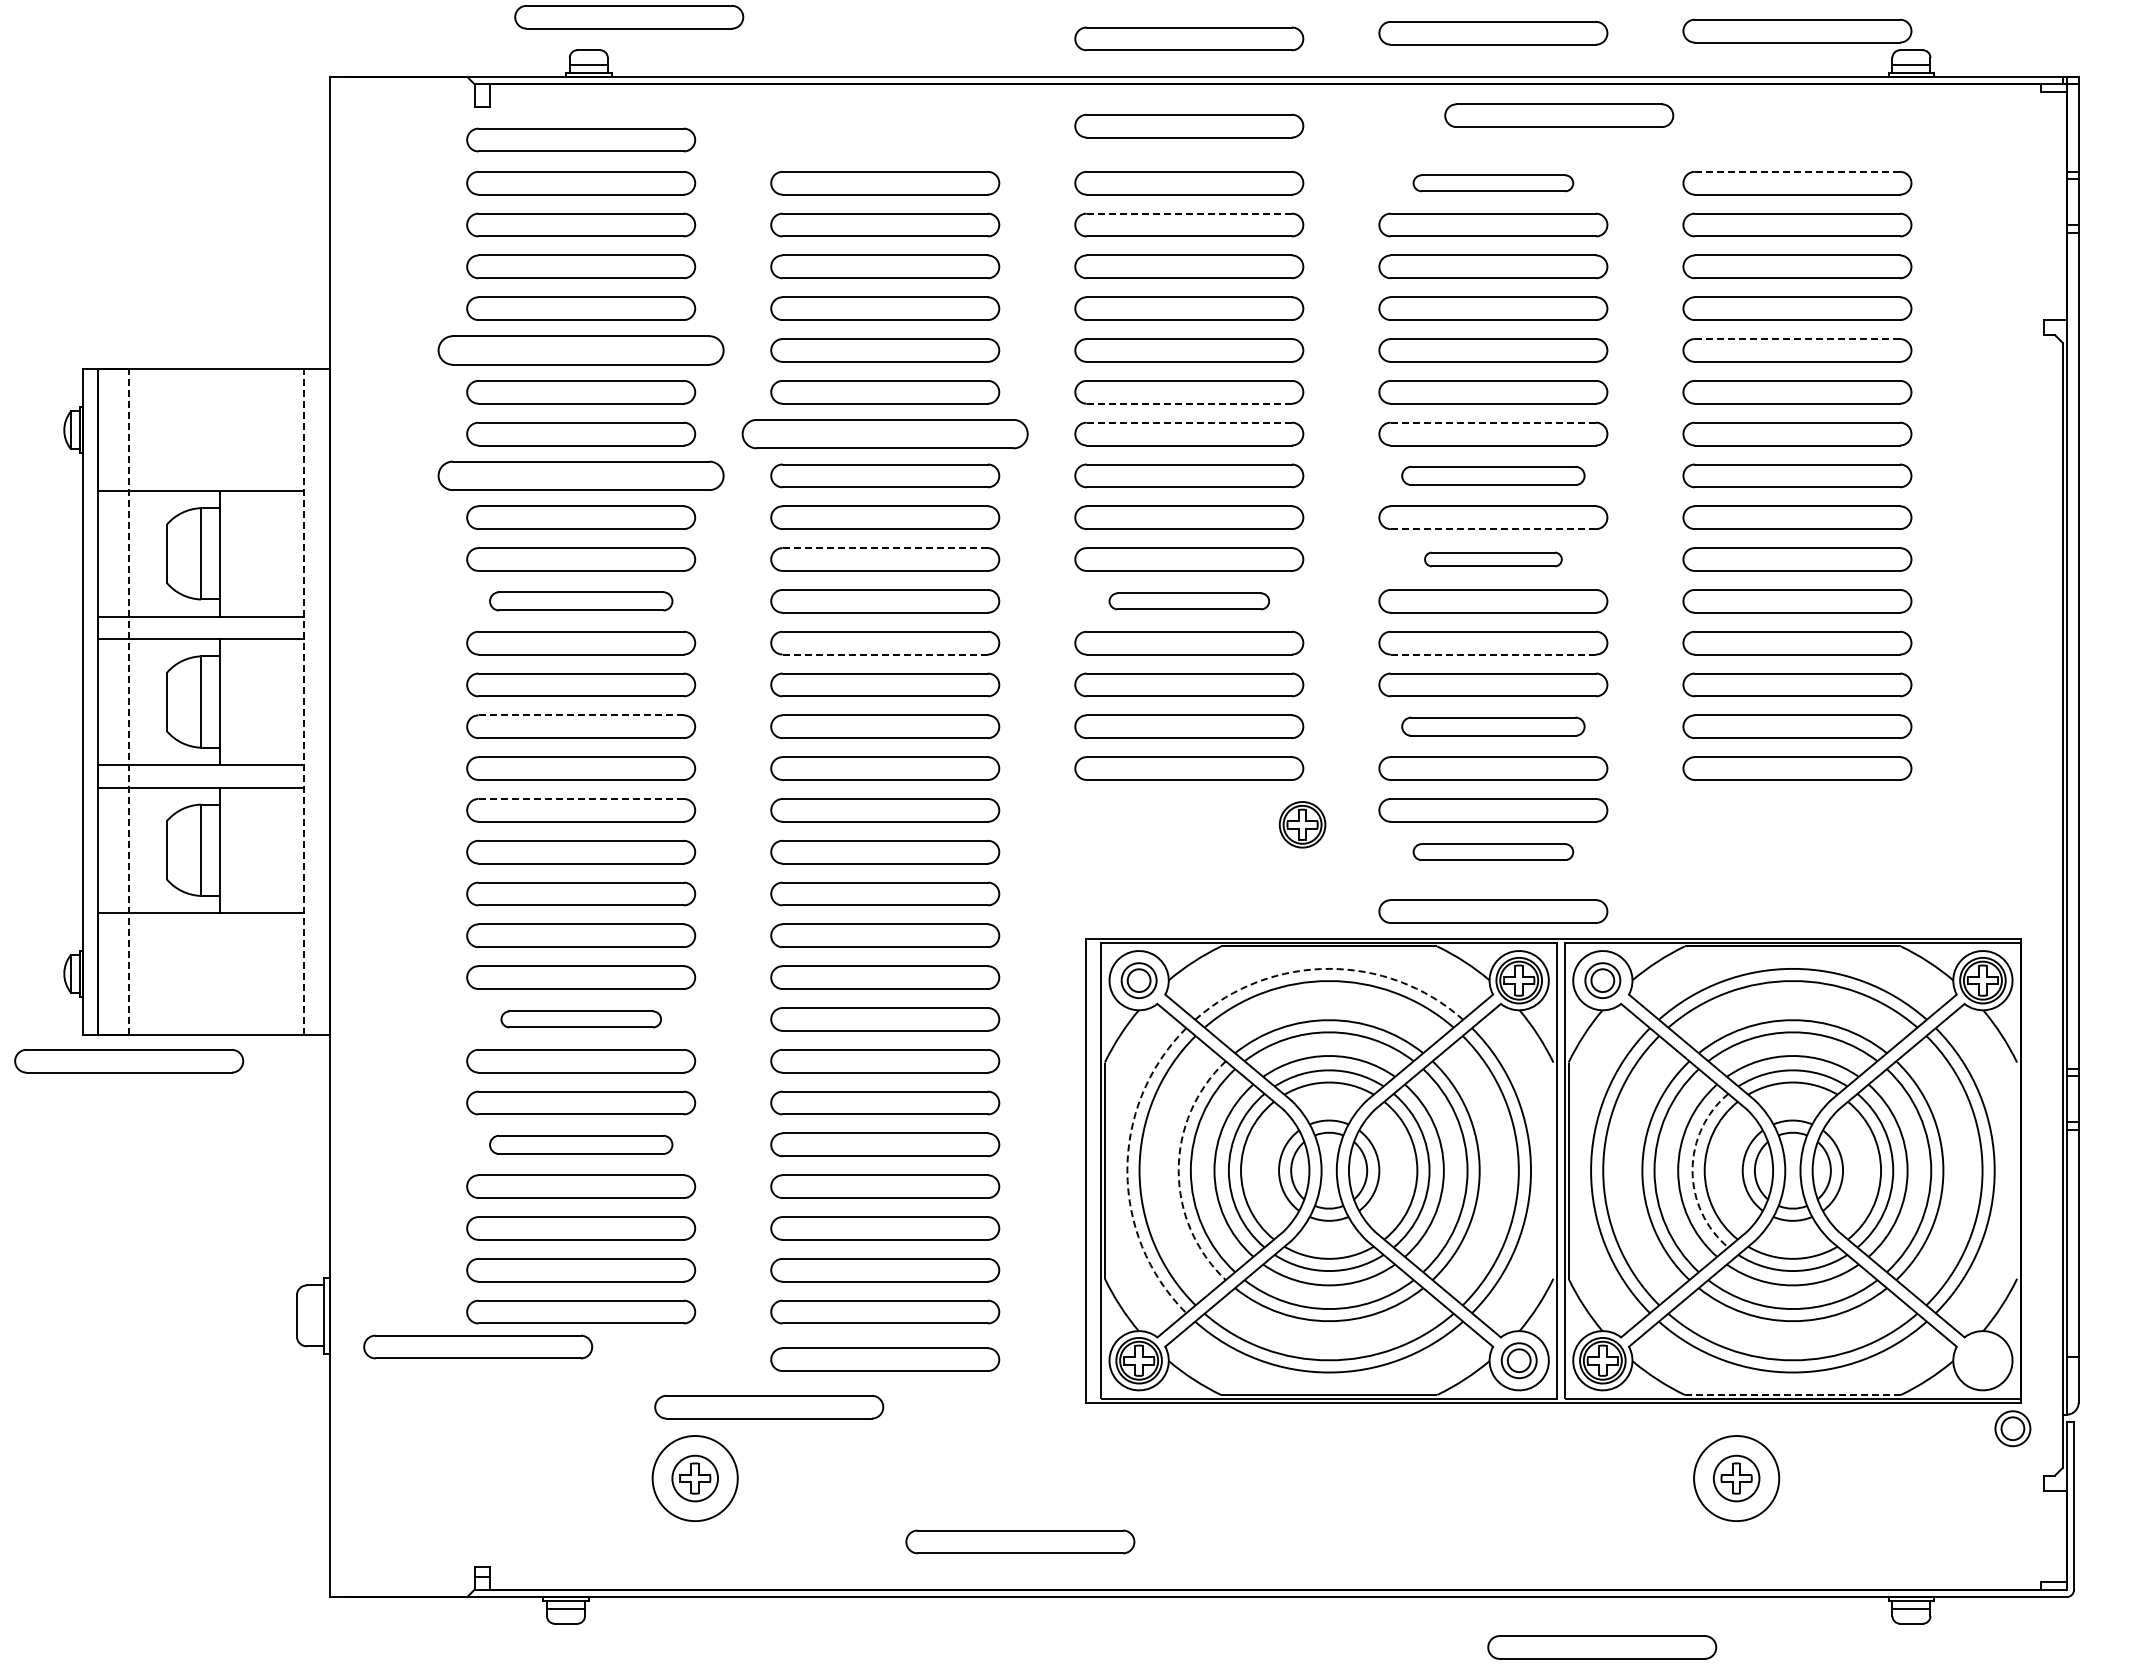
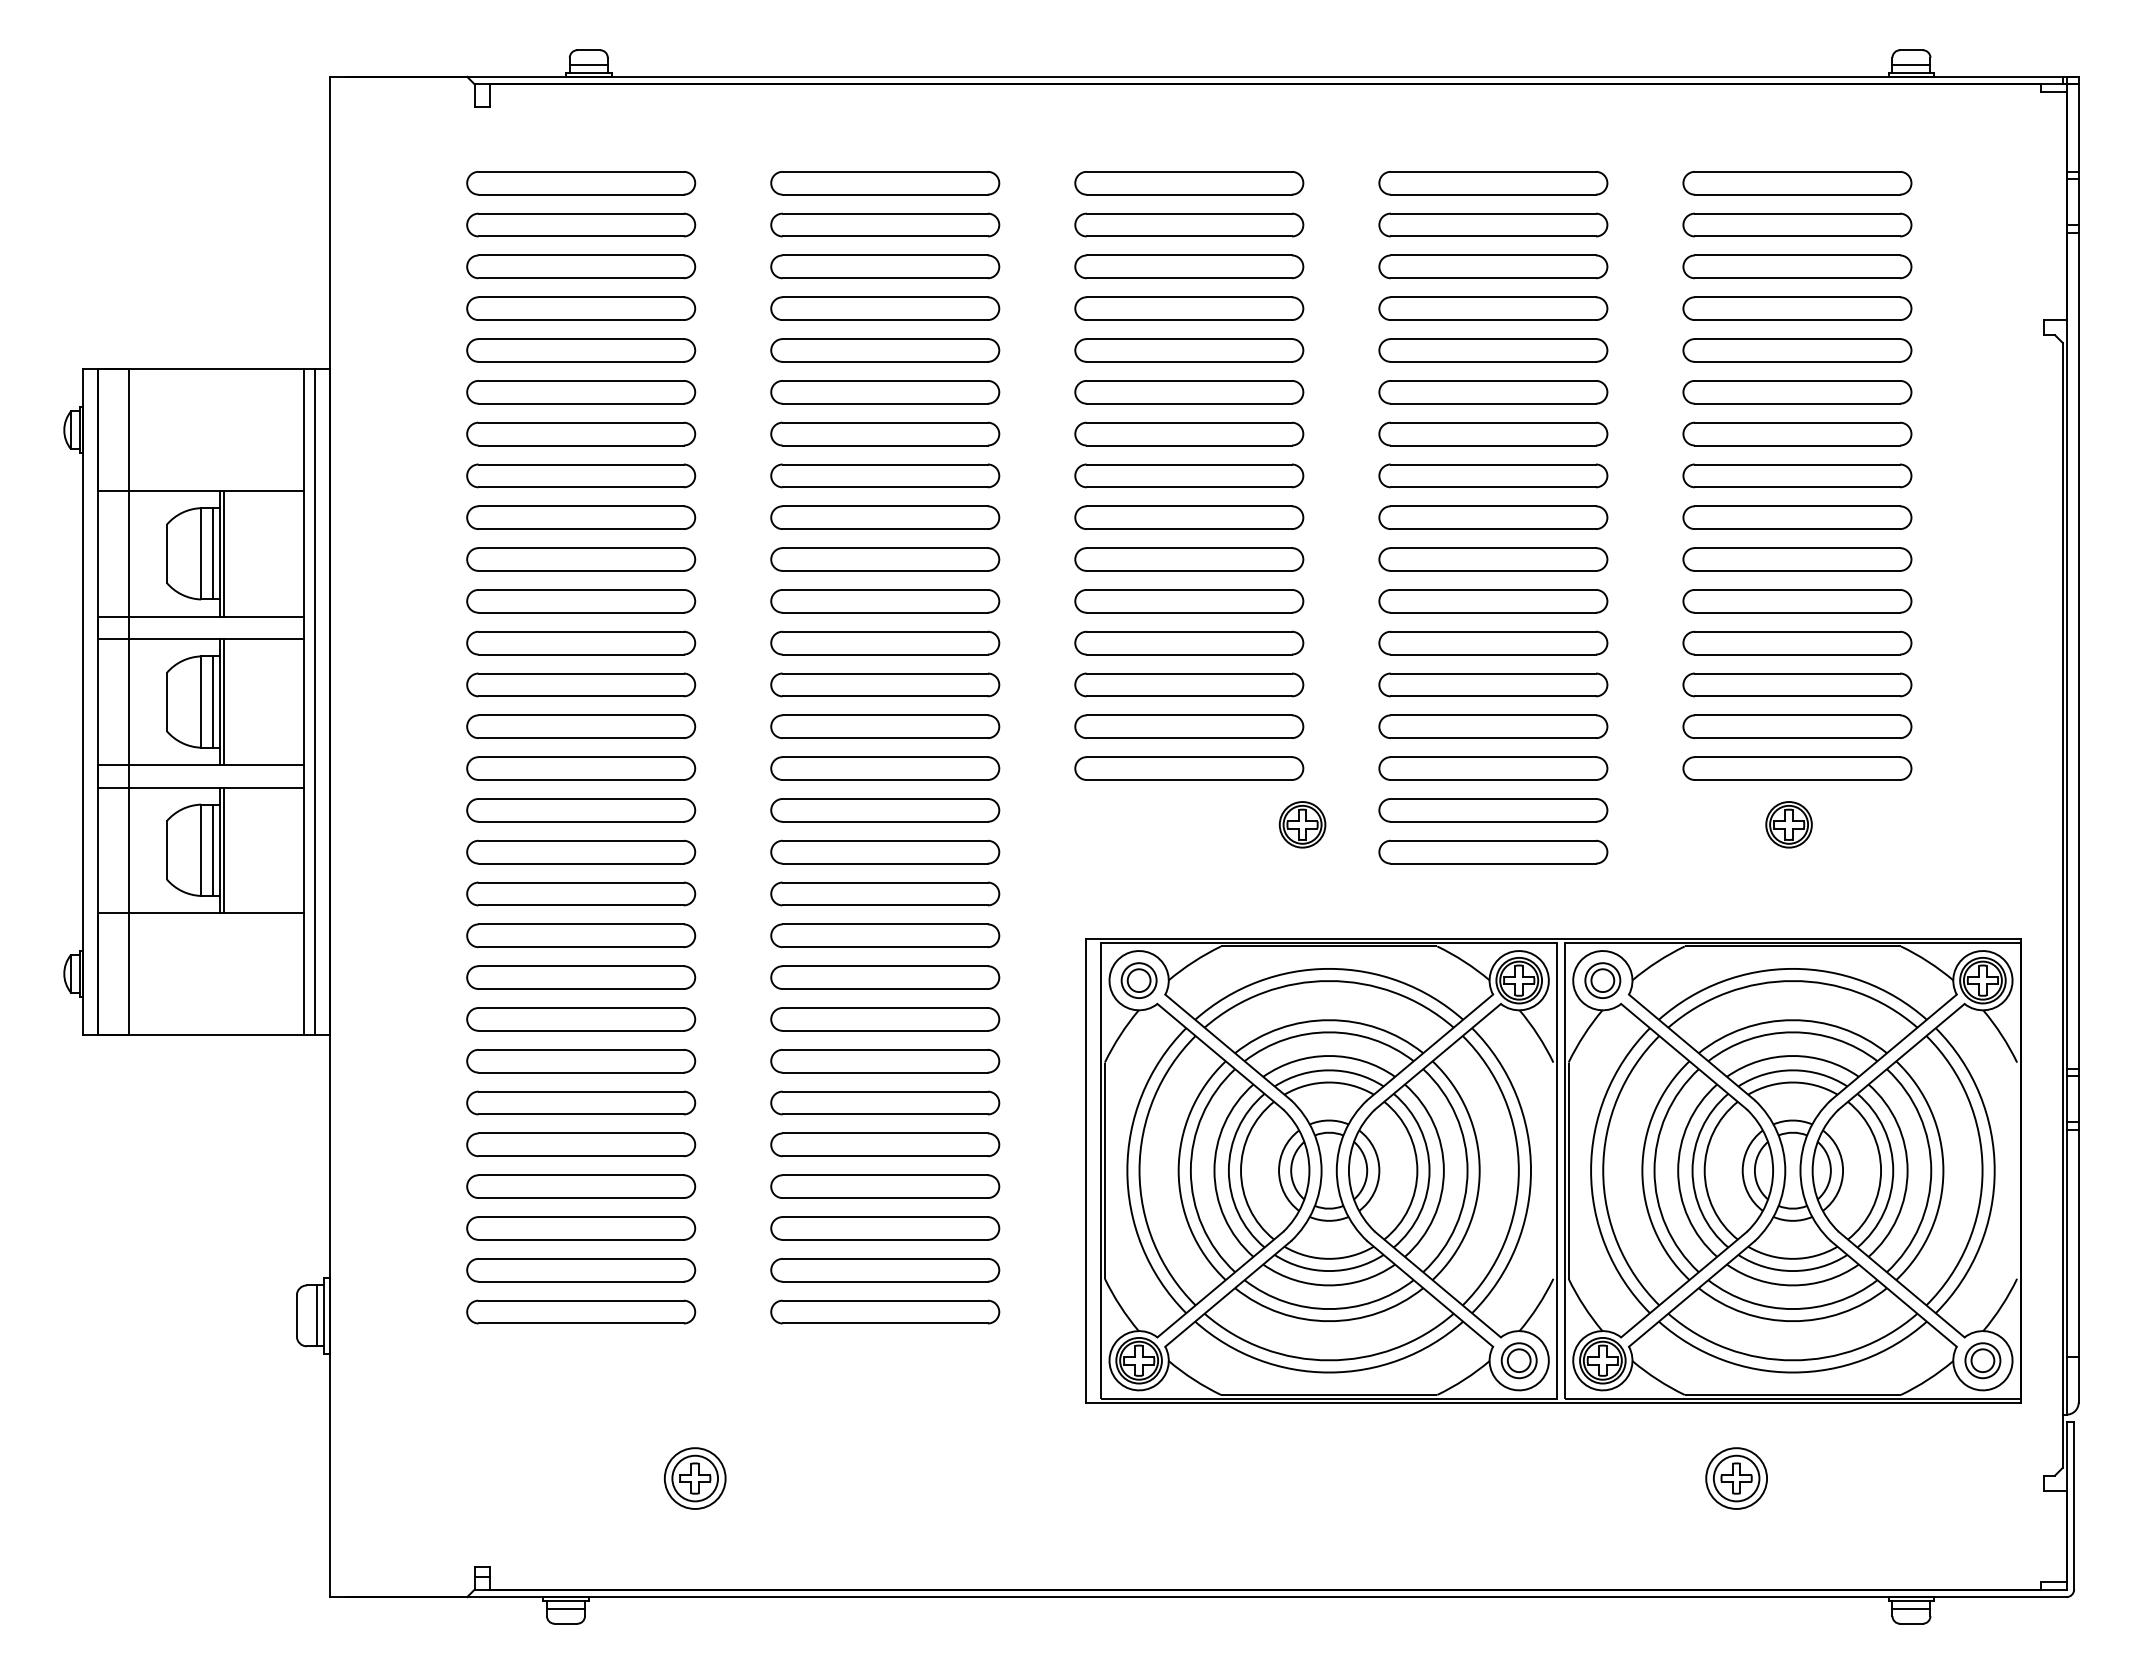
part at (629, 17): present -> none
part at (1797, 30): present -> none
part at (1493, 33): present -> none
part at (1189, 38): present -> none
part at (1559, 115): present -> none
part at (1189, 125): present -> none
part at (581, 139): present -> none
line at (1797, 171): dashed -> solid
part at (1493, 183) size: 163x19 px -> 231x25 px
line at (1189, 213): dashed -> solid
line at (1797, 339): dashed -> solid
part at (580, 350) size: 288x31 px -> 231x25 px
line at (1189, 403): dashed -> solid
line at (1189, 422): dashed -> solid
line at (1493, 422): dashed -> solid
part at (884, 434) size: 288x31 px -> 231x26 px
part at (580, 475) size: 288x31 px -> 231x26 px
part at (1493, 475) size: 185x20 px -> 231x26 px
line at (1493, 529): dashed -> solid
line at (885, 548): dashed -> solid
line at (212, 553): none -> present
line at (223, 553): none -> present
part at (1493, 559) size: 139x17 px -> 231x25 px
part at (581, 601) size: 185x21 px -> 231x25 px
part at (1189, 601) size: 163x19 px -> 231x25 px
line at (885, 654): dashed -> solid
line at (1493, 654): dashed -> solid
line at (212, 701): none -> present
line at (223, 701): none -> present
line at (315, 701): none -> present
line at (128, 702): dashed -> solid
line at (303, 702): dashed -> solid
line at (581, 715): dashed -> solid
part at (1493, 726) size: 185x21 px -> 231x25 px
line at (581, 798): dashed -> solid
part at (1788, 824): none -> present
line at (212, 849): none -> present
line at (223, 850): none -> present
part at (1493, 851) size: 163x18 px -> 231x26 px
part at (1493, 911): present -> none
arc at (1329, 968): dashed -> solid
part at (580, 1019) size: 162x19 px -> 231x25 px
part at (129, 1061): present -> none
part at (581, 1144) size: 185x21 px -> 231x26 px
arc at (1127, 1170): dashed -> solid
arc at (1178, 1170): dashed -> solid
arc at (1692, 1170): dashed -> solid
line at (316, 1315): none -> present
part at (478, 1346): present -> none
part at (885, 1359): present -> none
line at (1793, 1394): dashed -> solid
part at (769, 1406): present -> none
part at (2012, 1428) position: (2012, 1428) -> (1982, 1360)
circle at (694, 1478) diameter: 85 px -> 61 px
circle at (1736, 1478) diameter: 85 px -> 61 px
part at (1020, 1541): present -> none
part at (1602, 1647): present -> none
